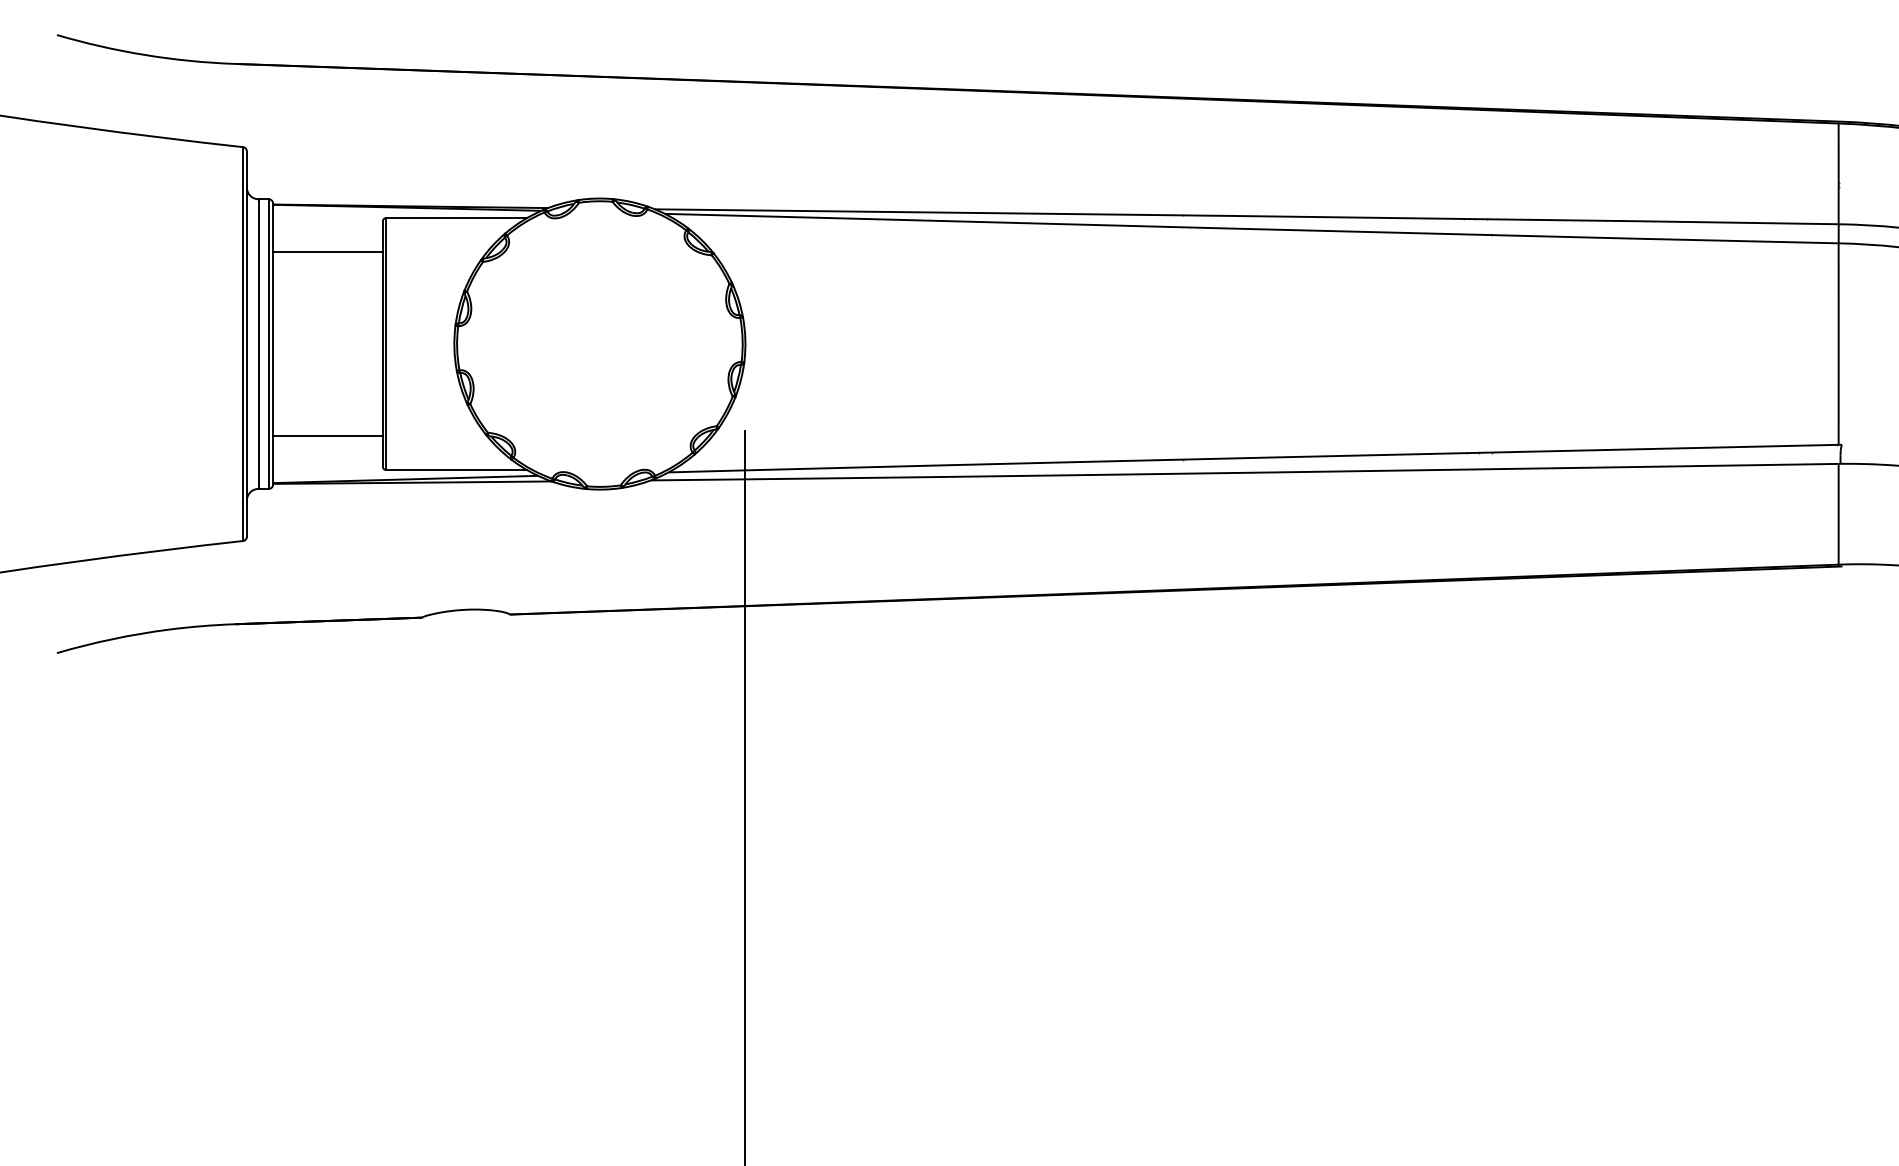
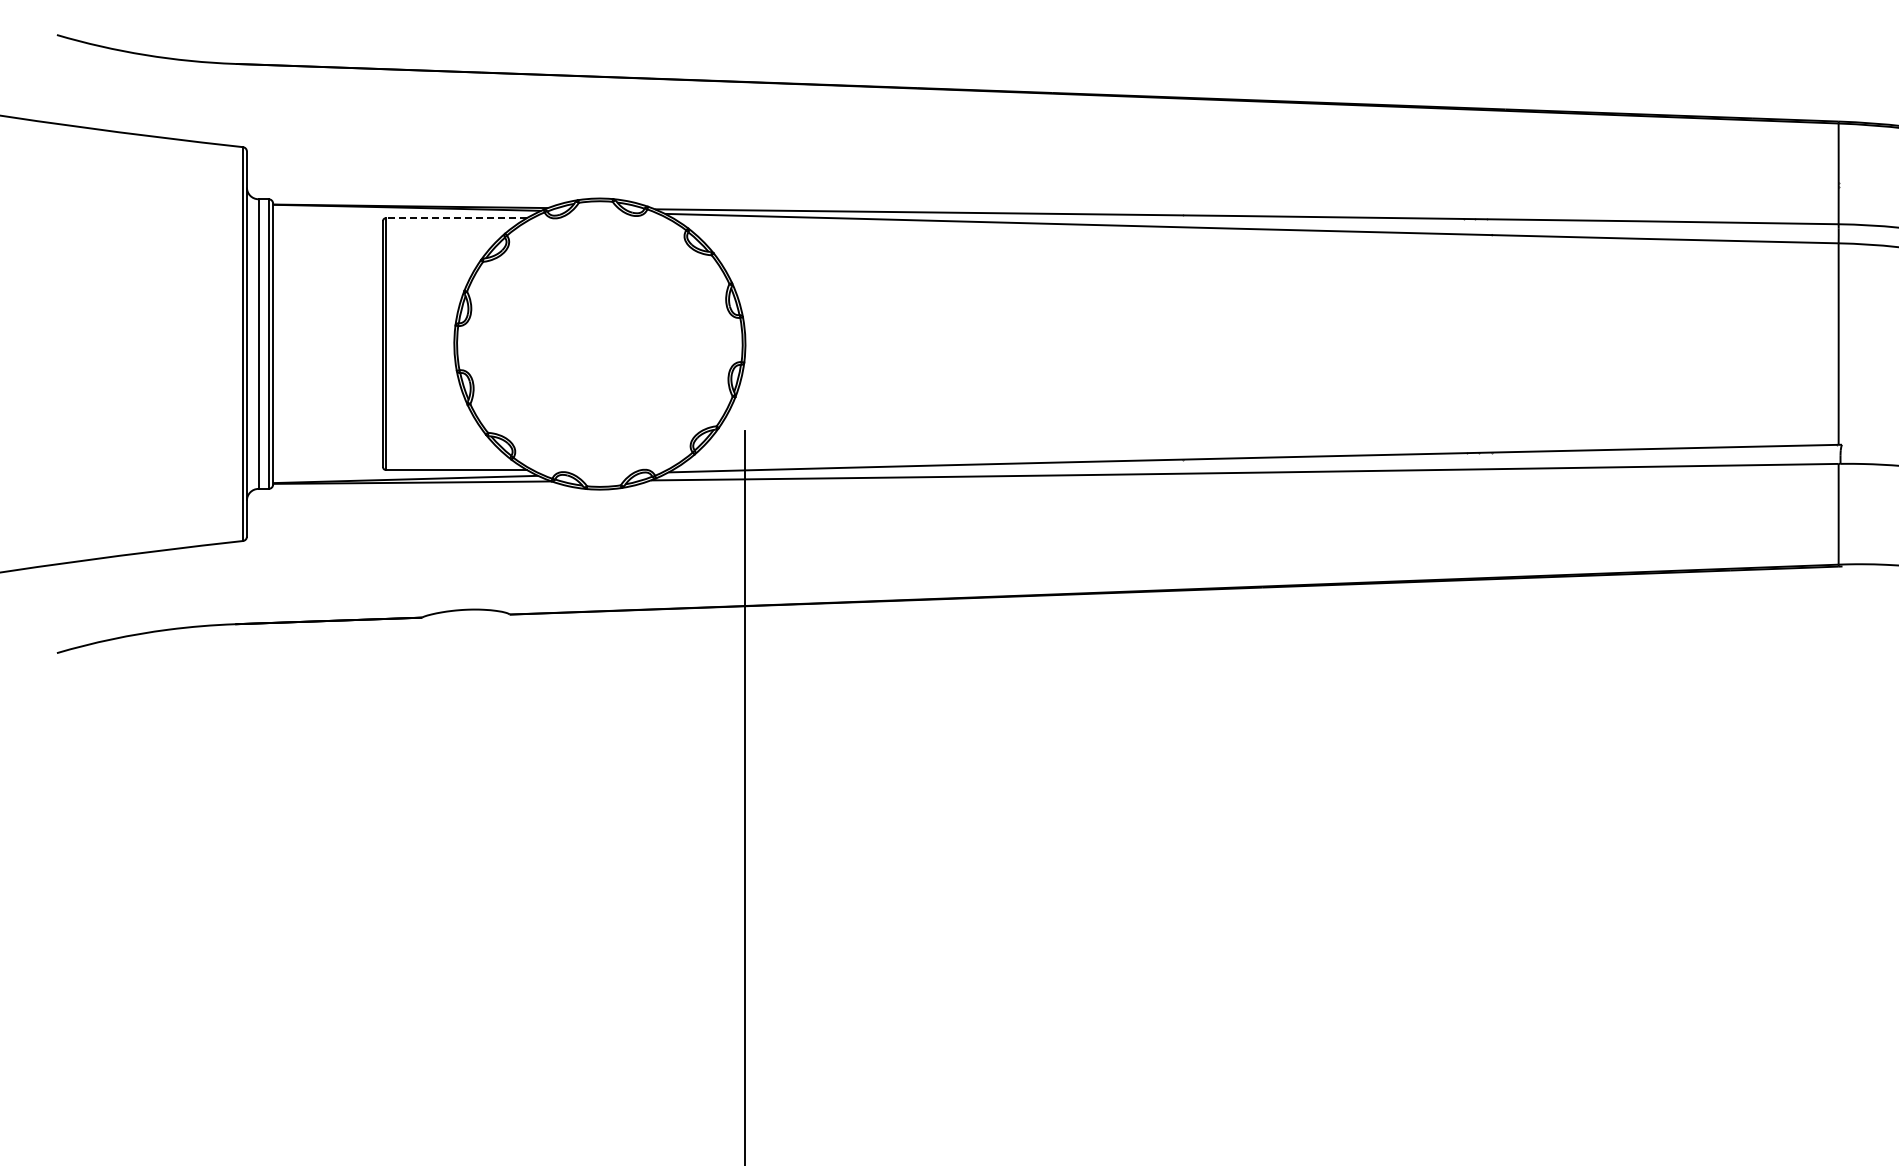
line at (455, 218): solid -> dashed
line at (328, 252): present -> none
line at (328, 435): present -> none
